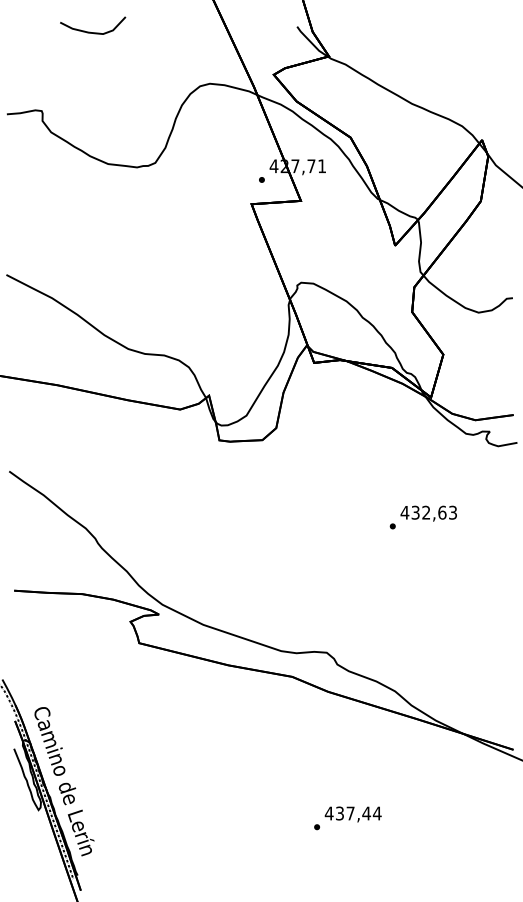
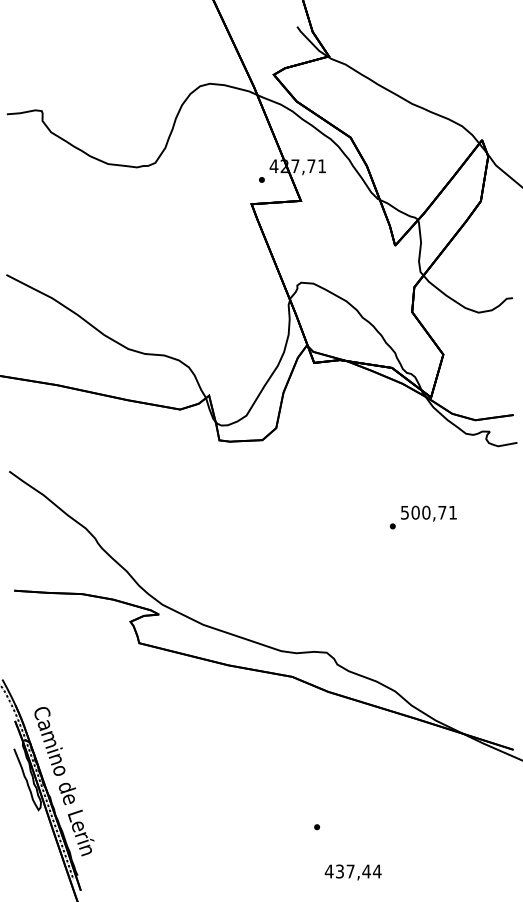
curve at (90, 31): present -> none
text at (428, 512): 432,63 -> 500,71
text at (352, 814) position: (352, 814) -> (352, 872)
